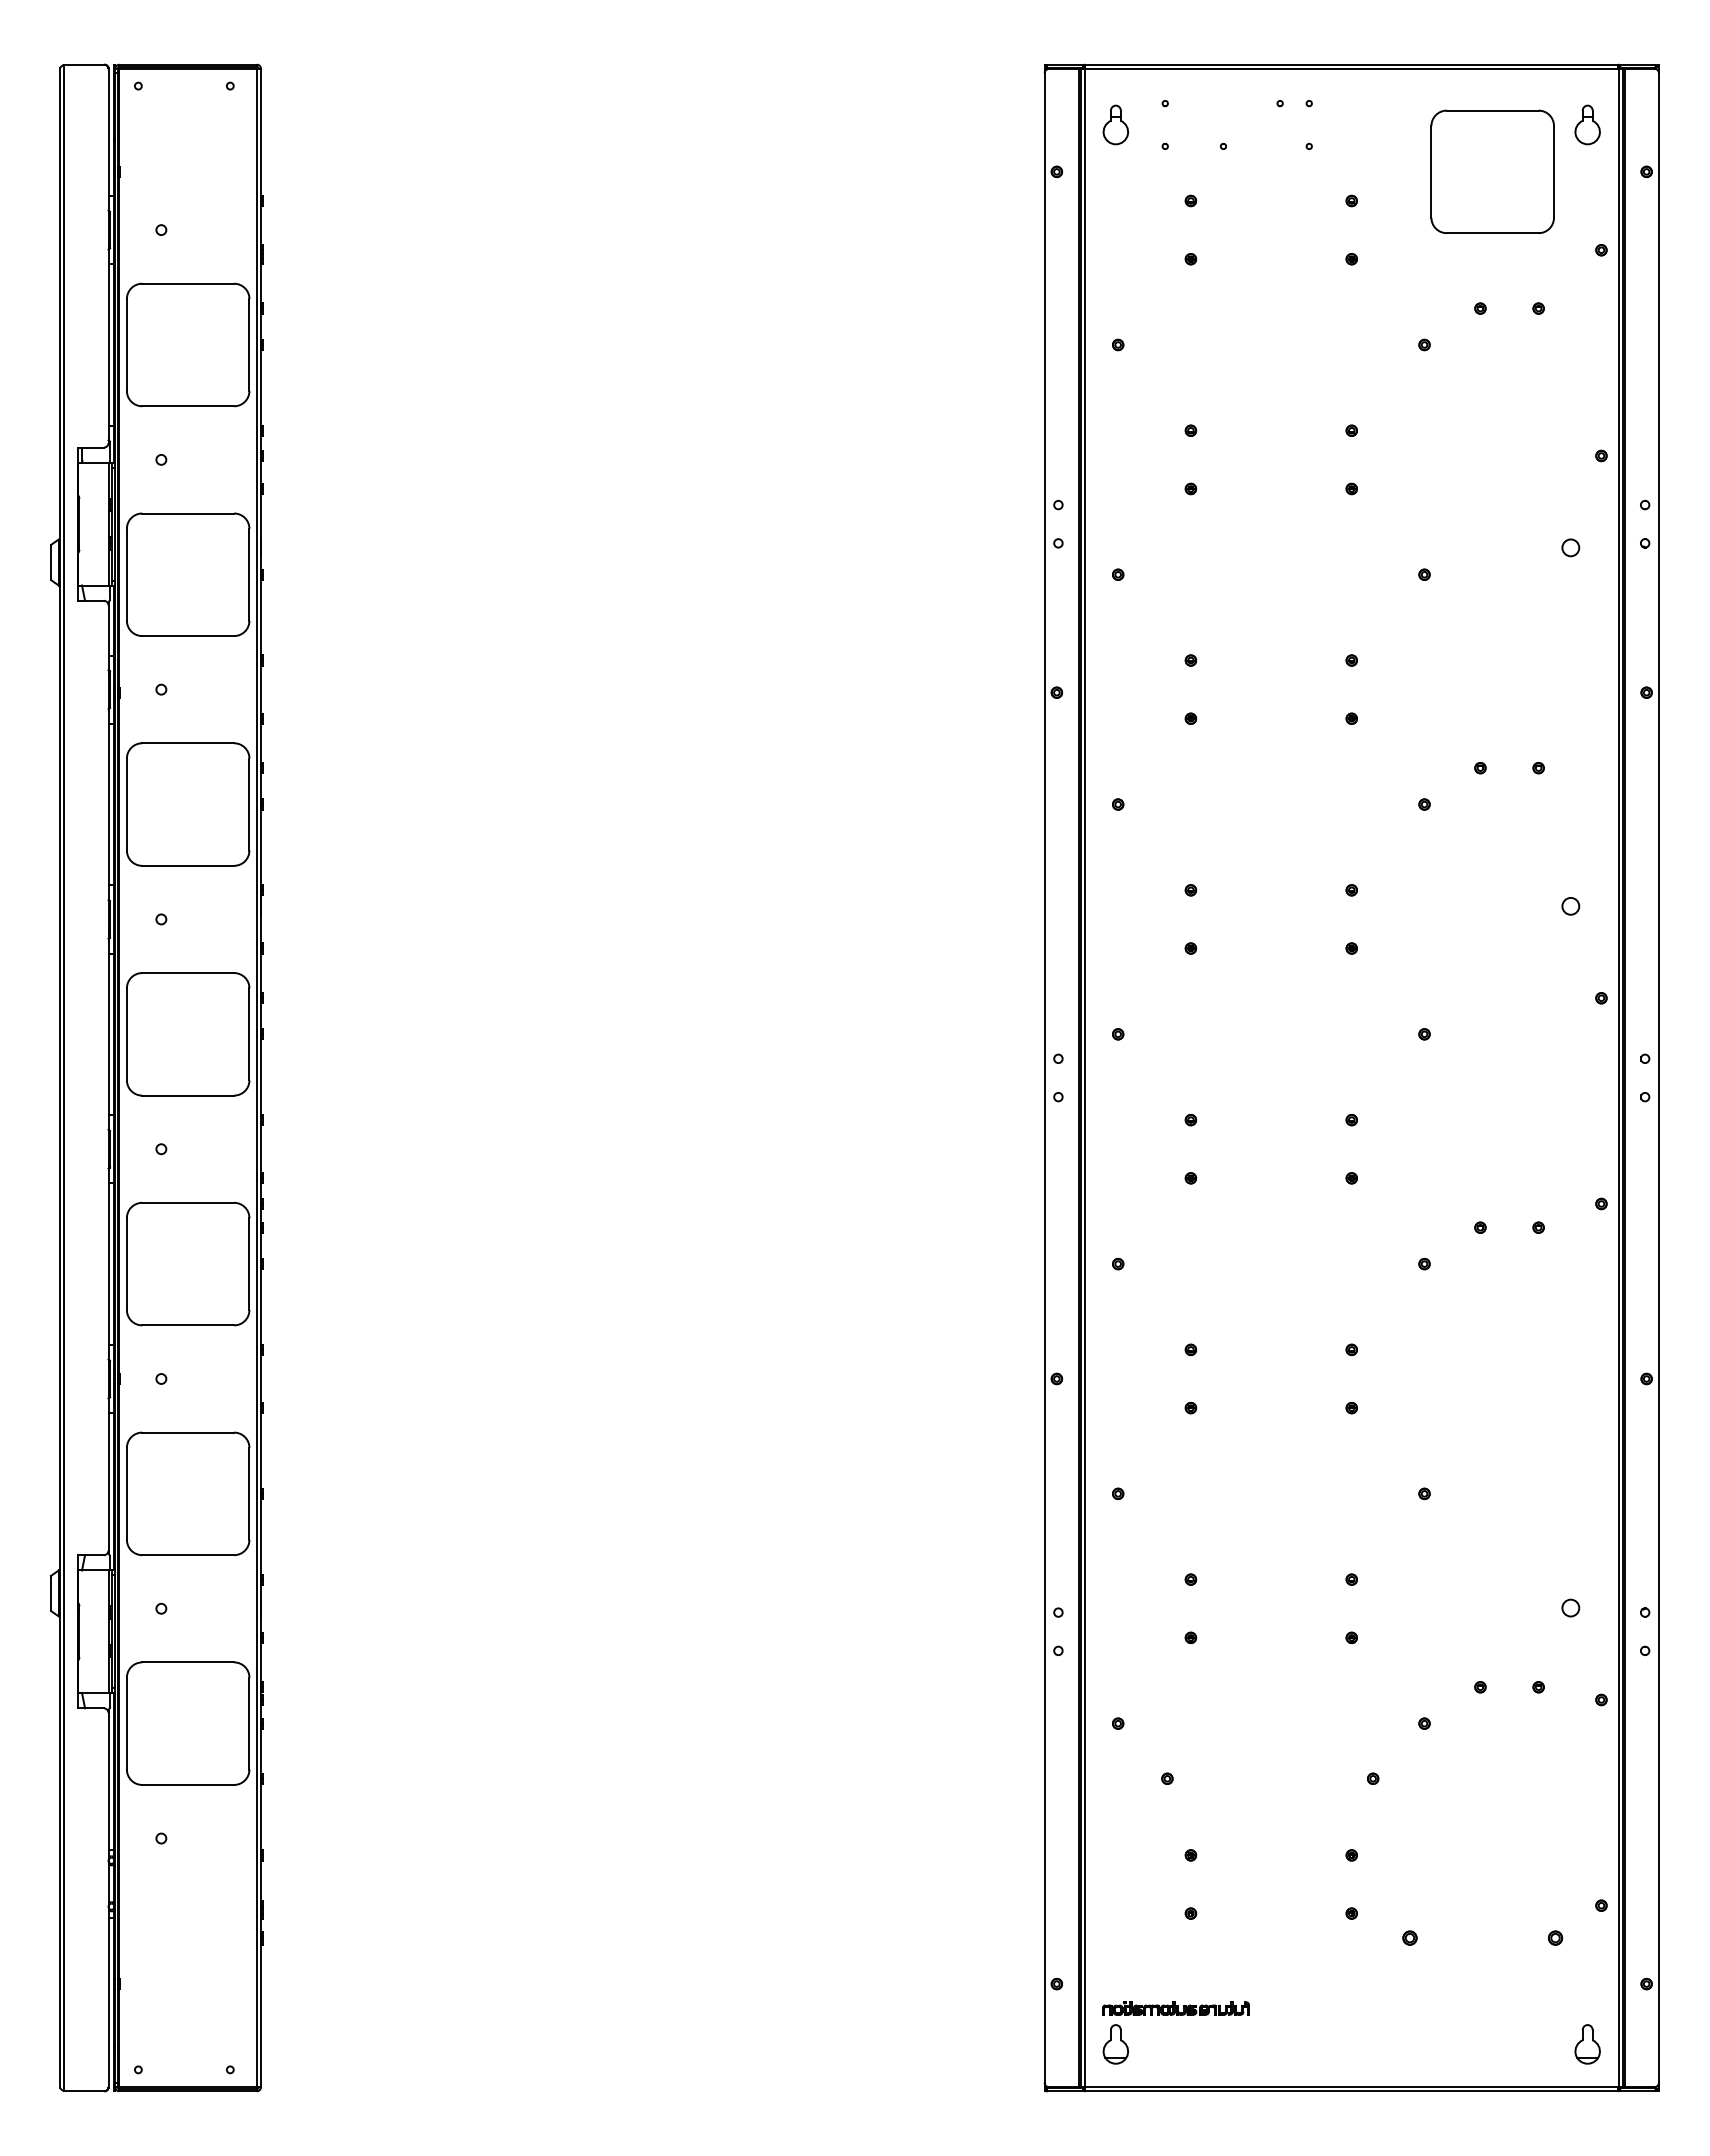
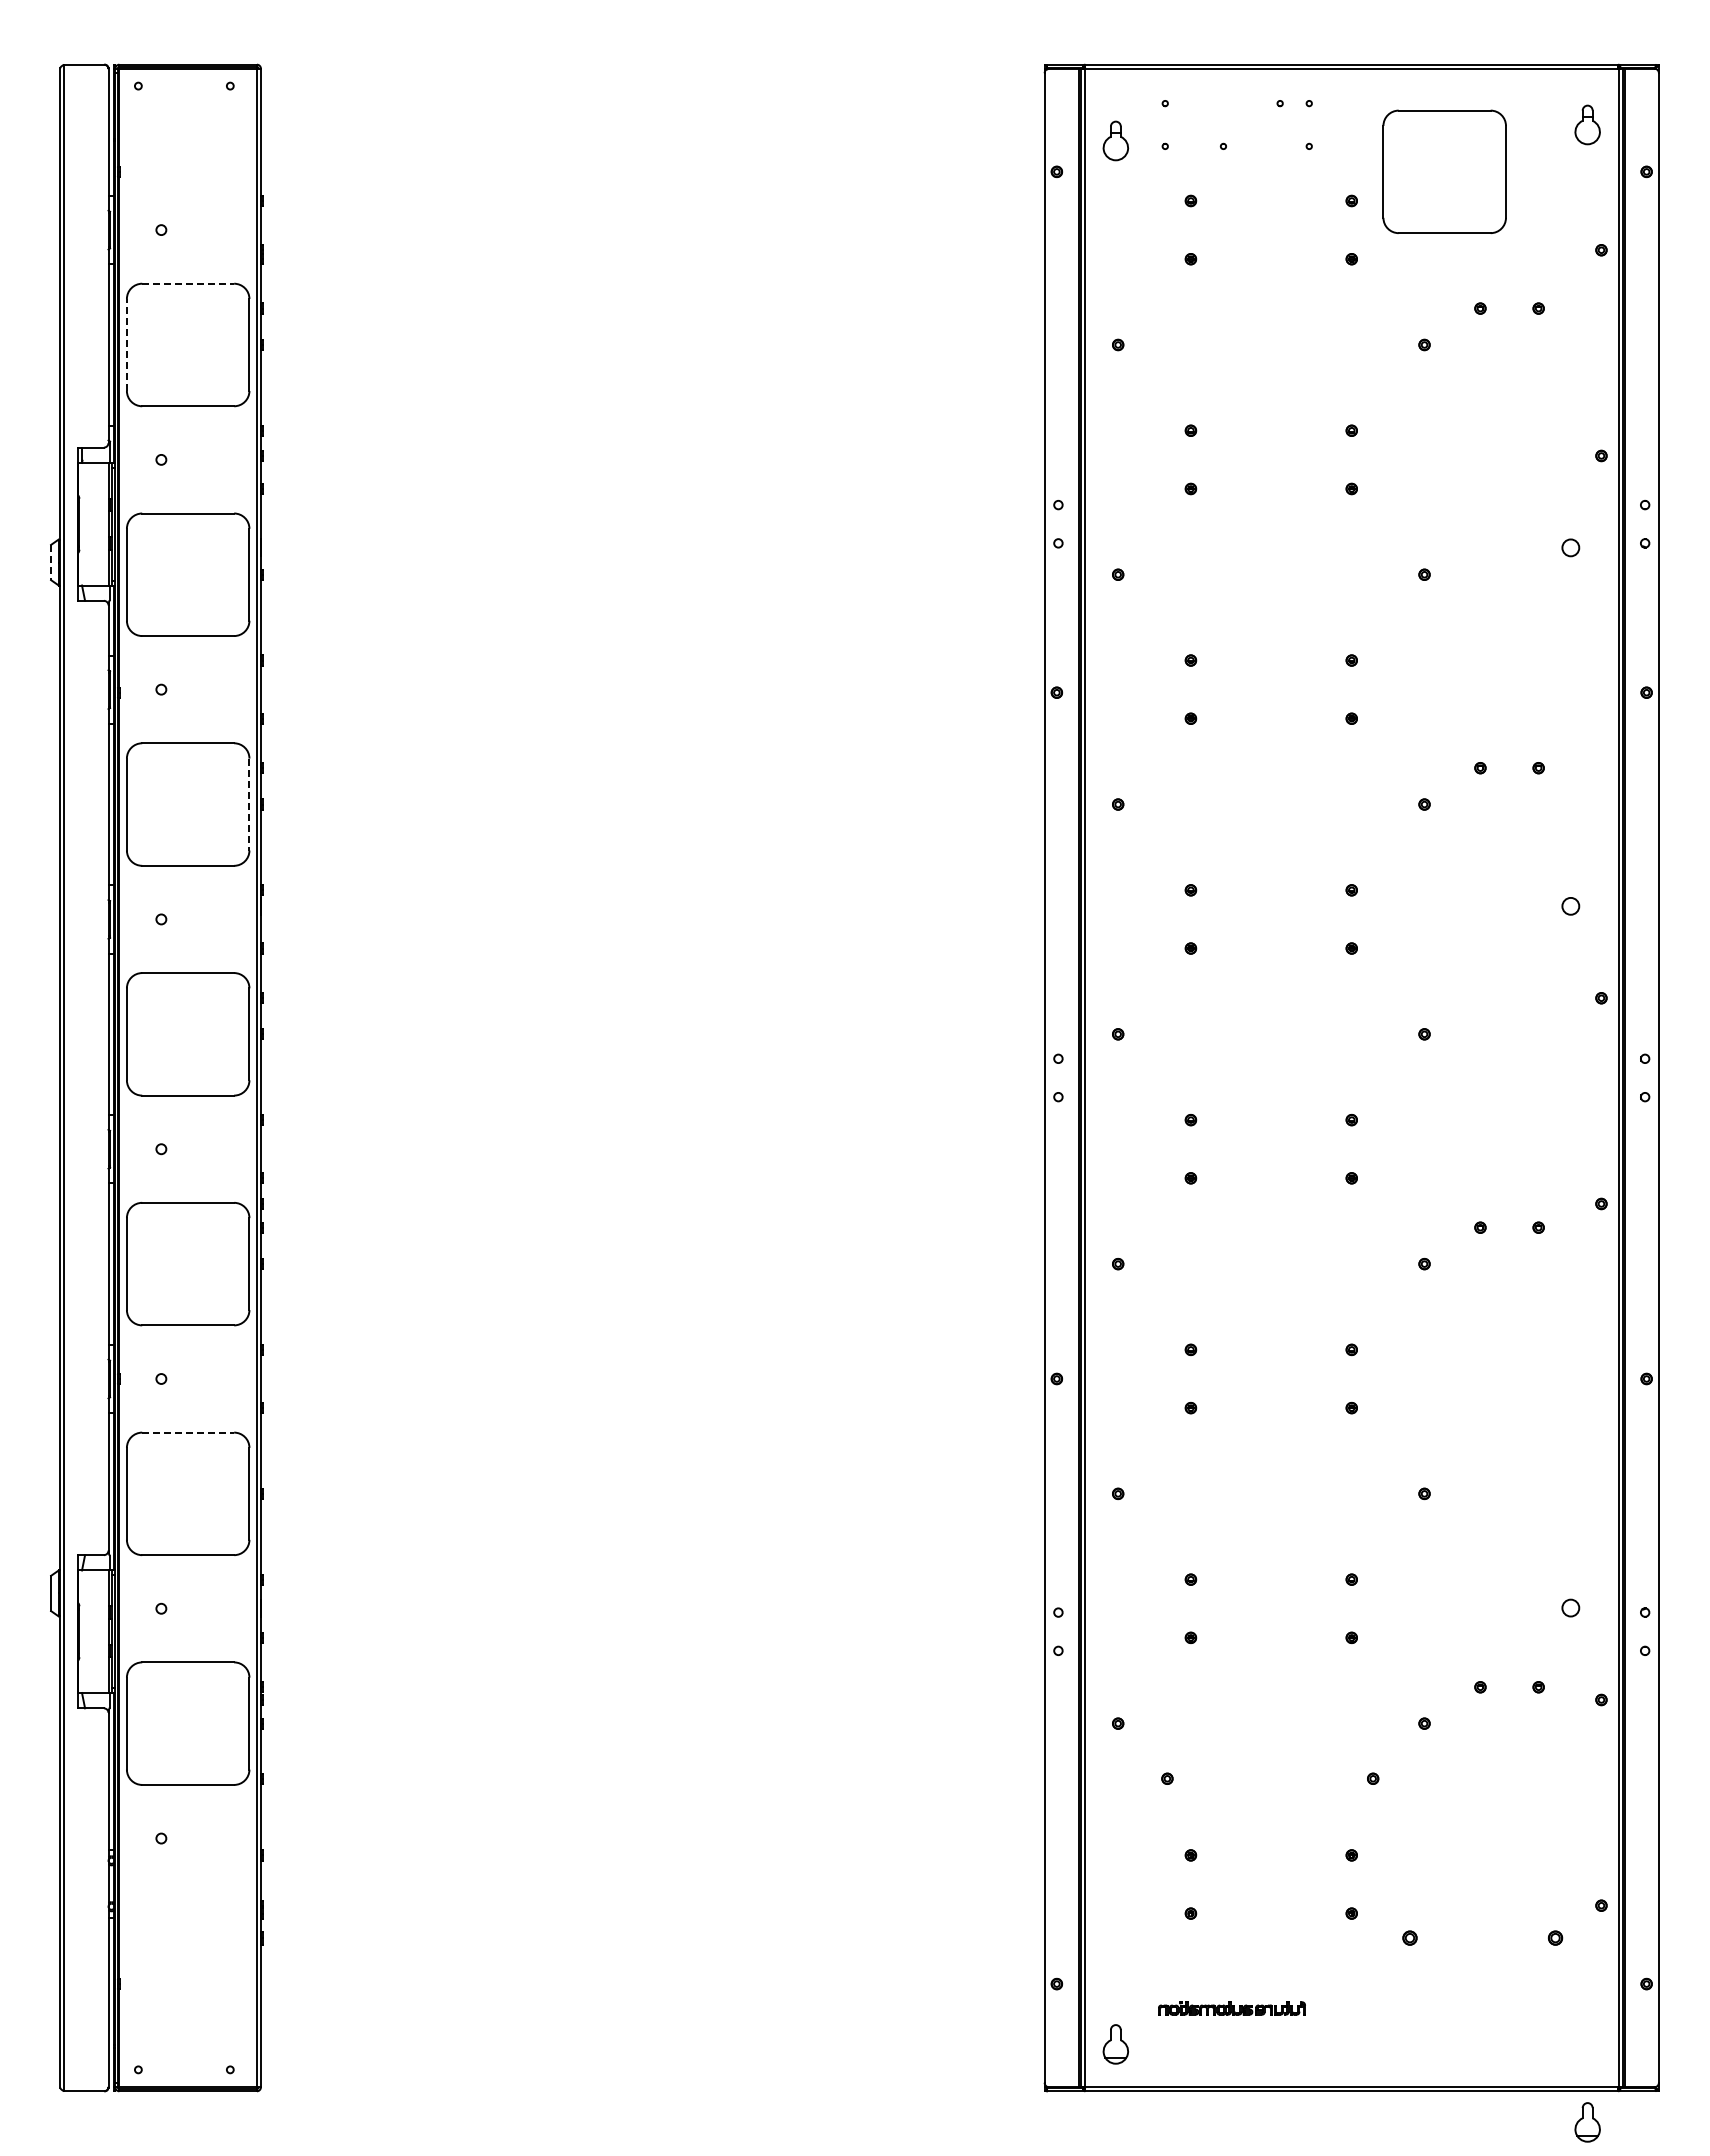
part at (1115, 124) position: (1115, 124) -> (1115, 140)
part at (1492, 171) position: (1492, 171) -> (1444, 171)
line at (188, 283): solid -> dashed
line at (126, 345): solid -> dashed
line at (51, 562): solid -> dashed
line at (249, 804): solid -> dashed
line at (188, 1432): solid -> dashed
part at (1175, 2008) position: (1175, 2008) -> (1231, 2008)
part at (1587, 2044) position: (1587, 2044) -> (1587, 2122)
